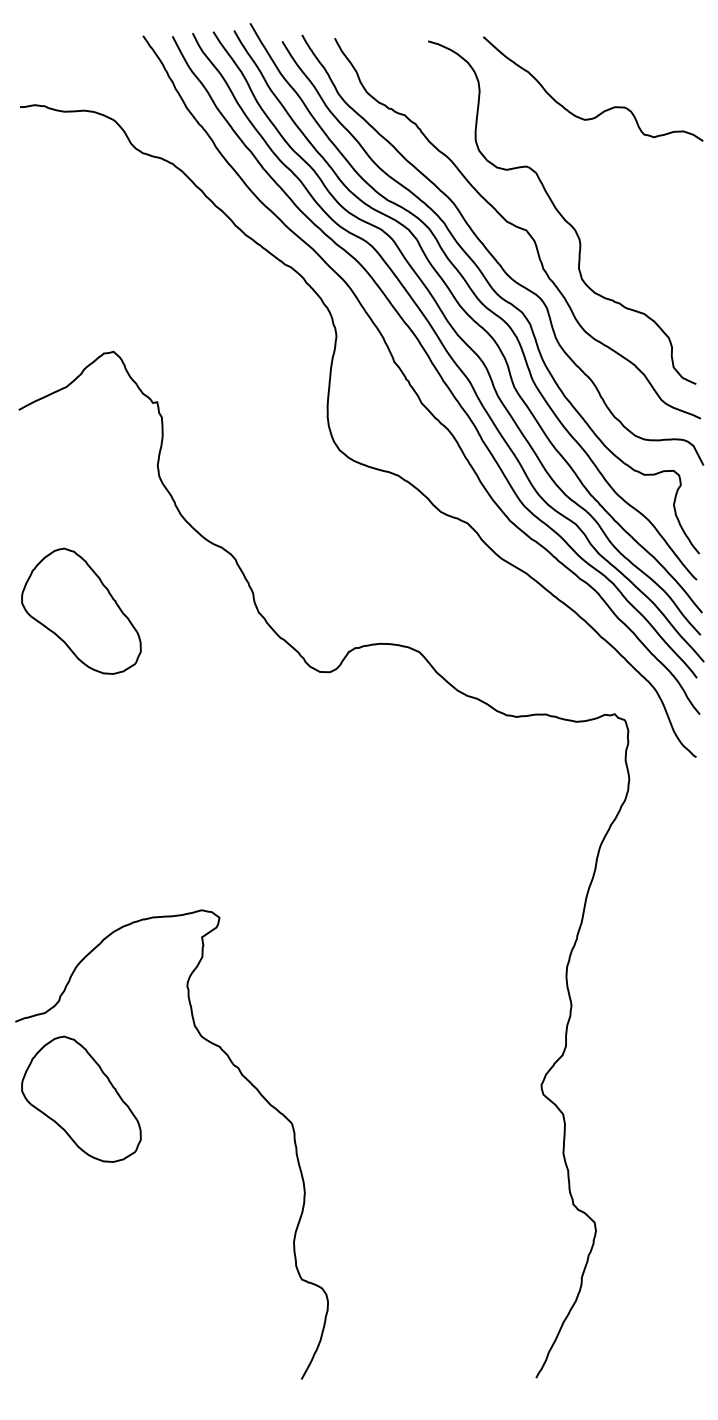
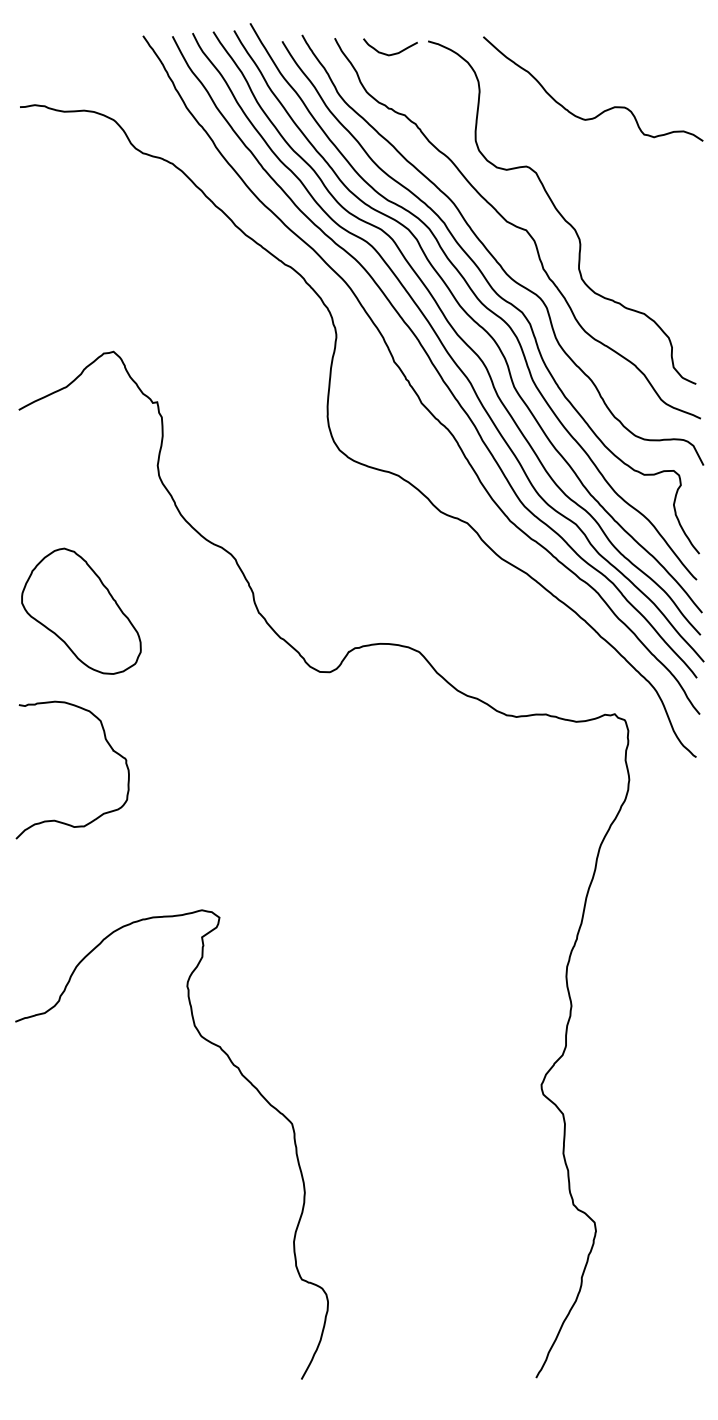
curve at (392, 53): none -> present
curve at (108, 745): none -> present
part at (81, 1098): present -> none
